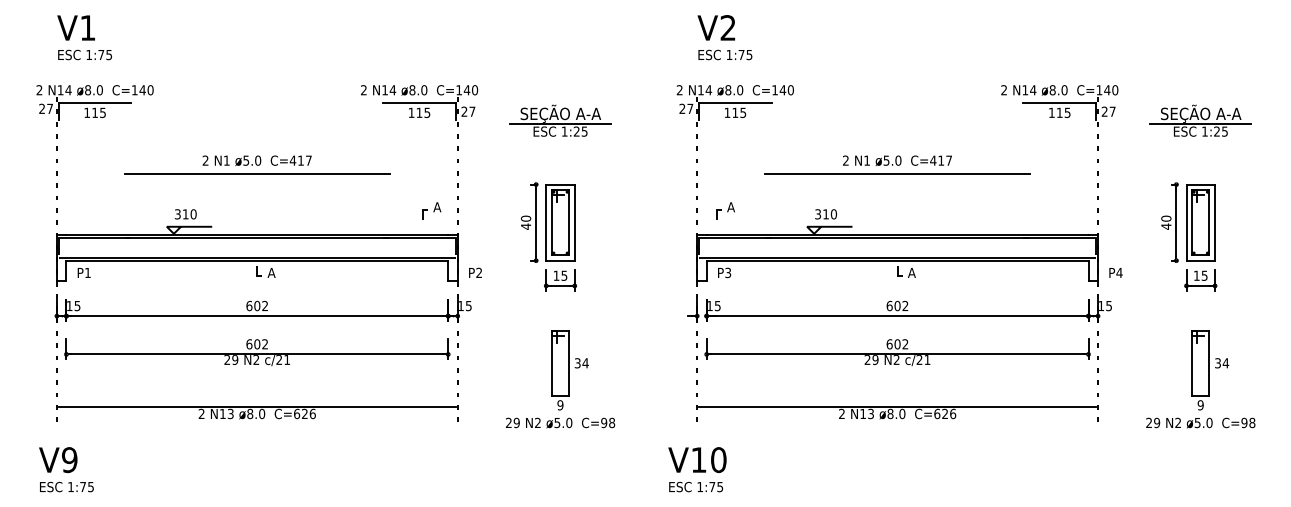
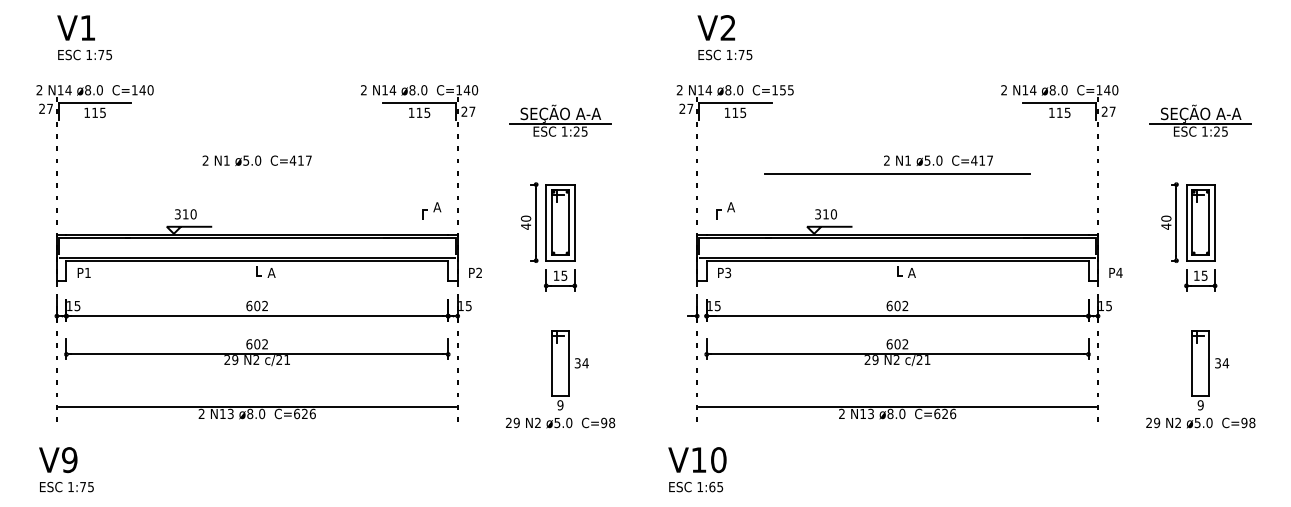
text at (786, 90): C=140 -> C=155
text at (897, 160) position: (897, 160) -> (938, 160)
line at (257, 173): present -> none
text at (712, 486): 1:75 -> 1:65
